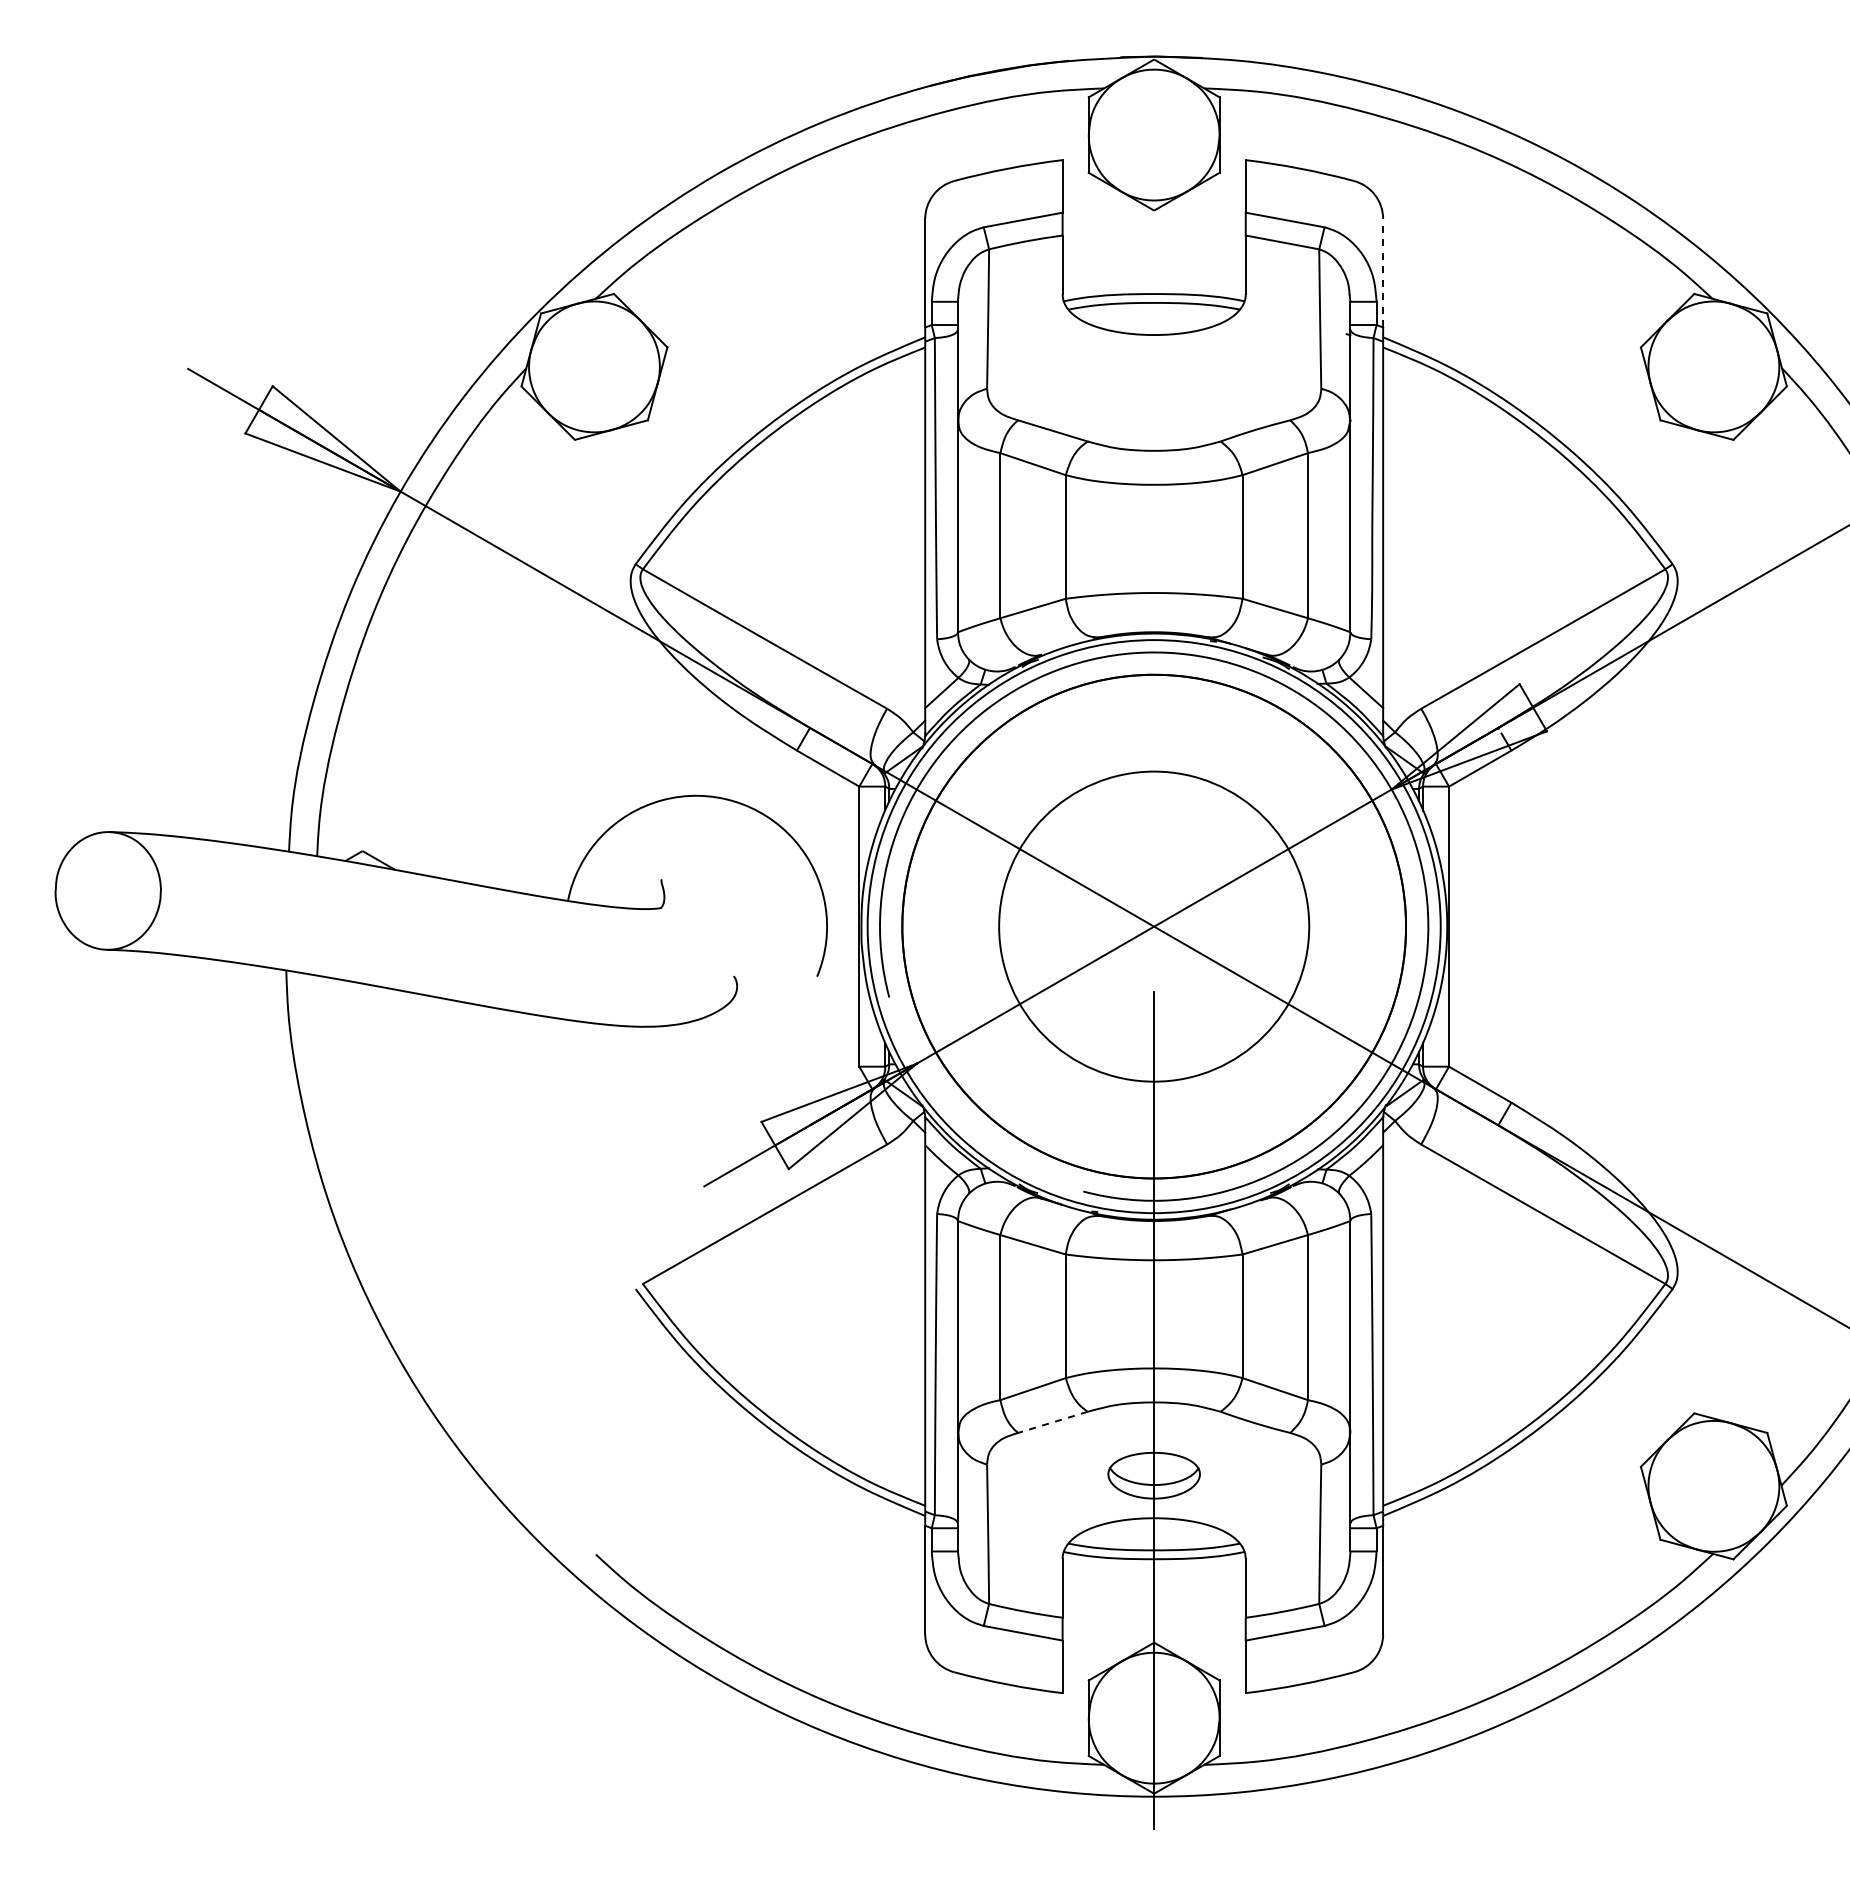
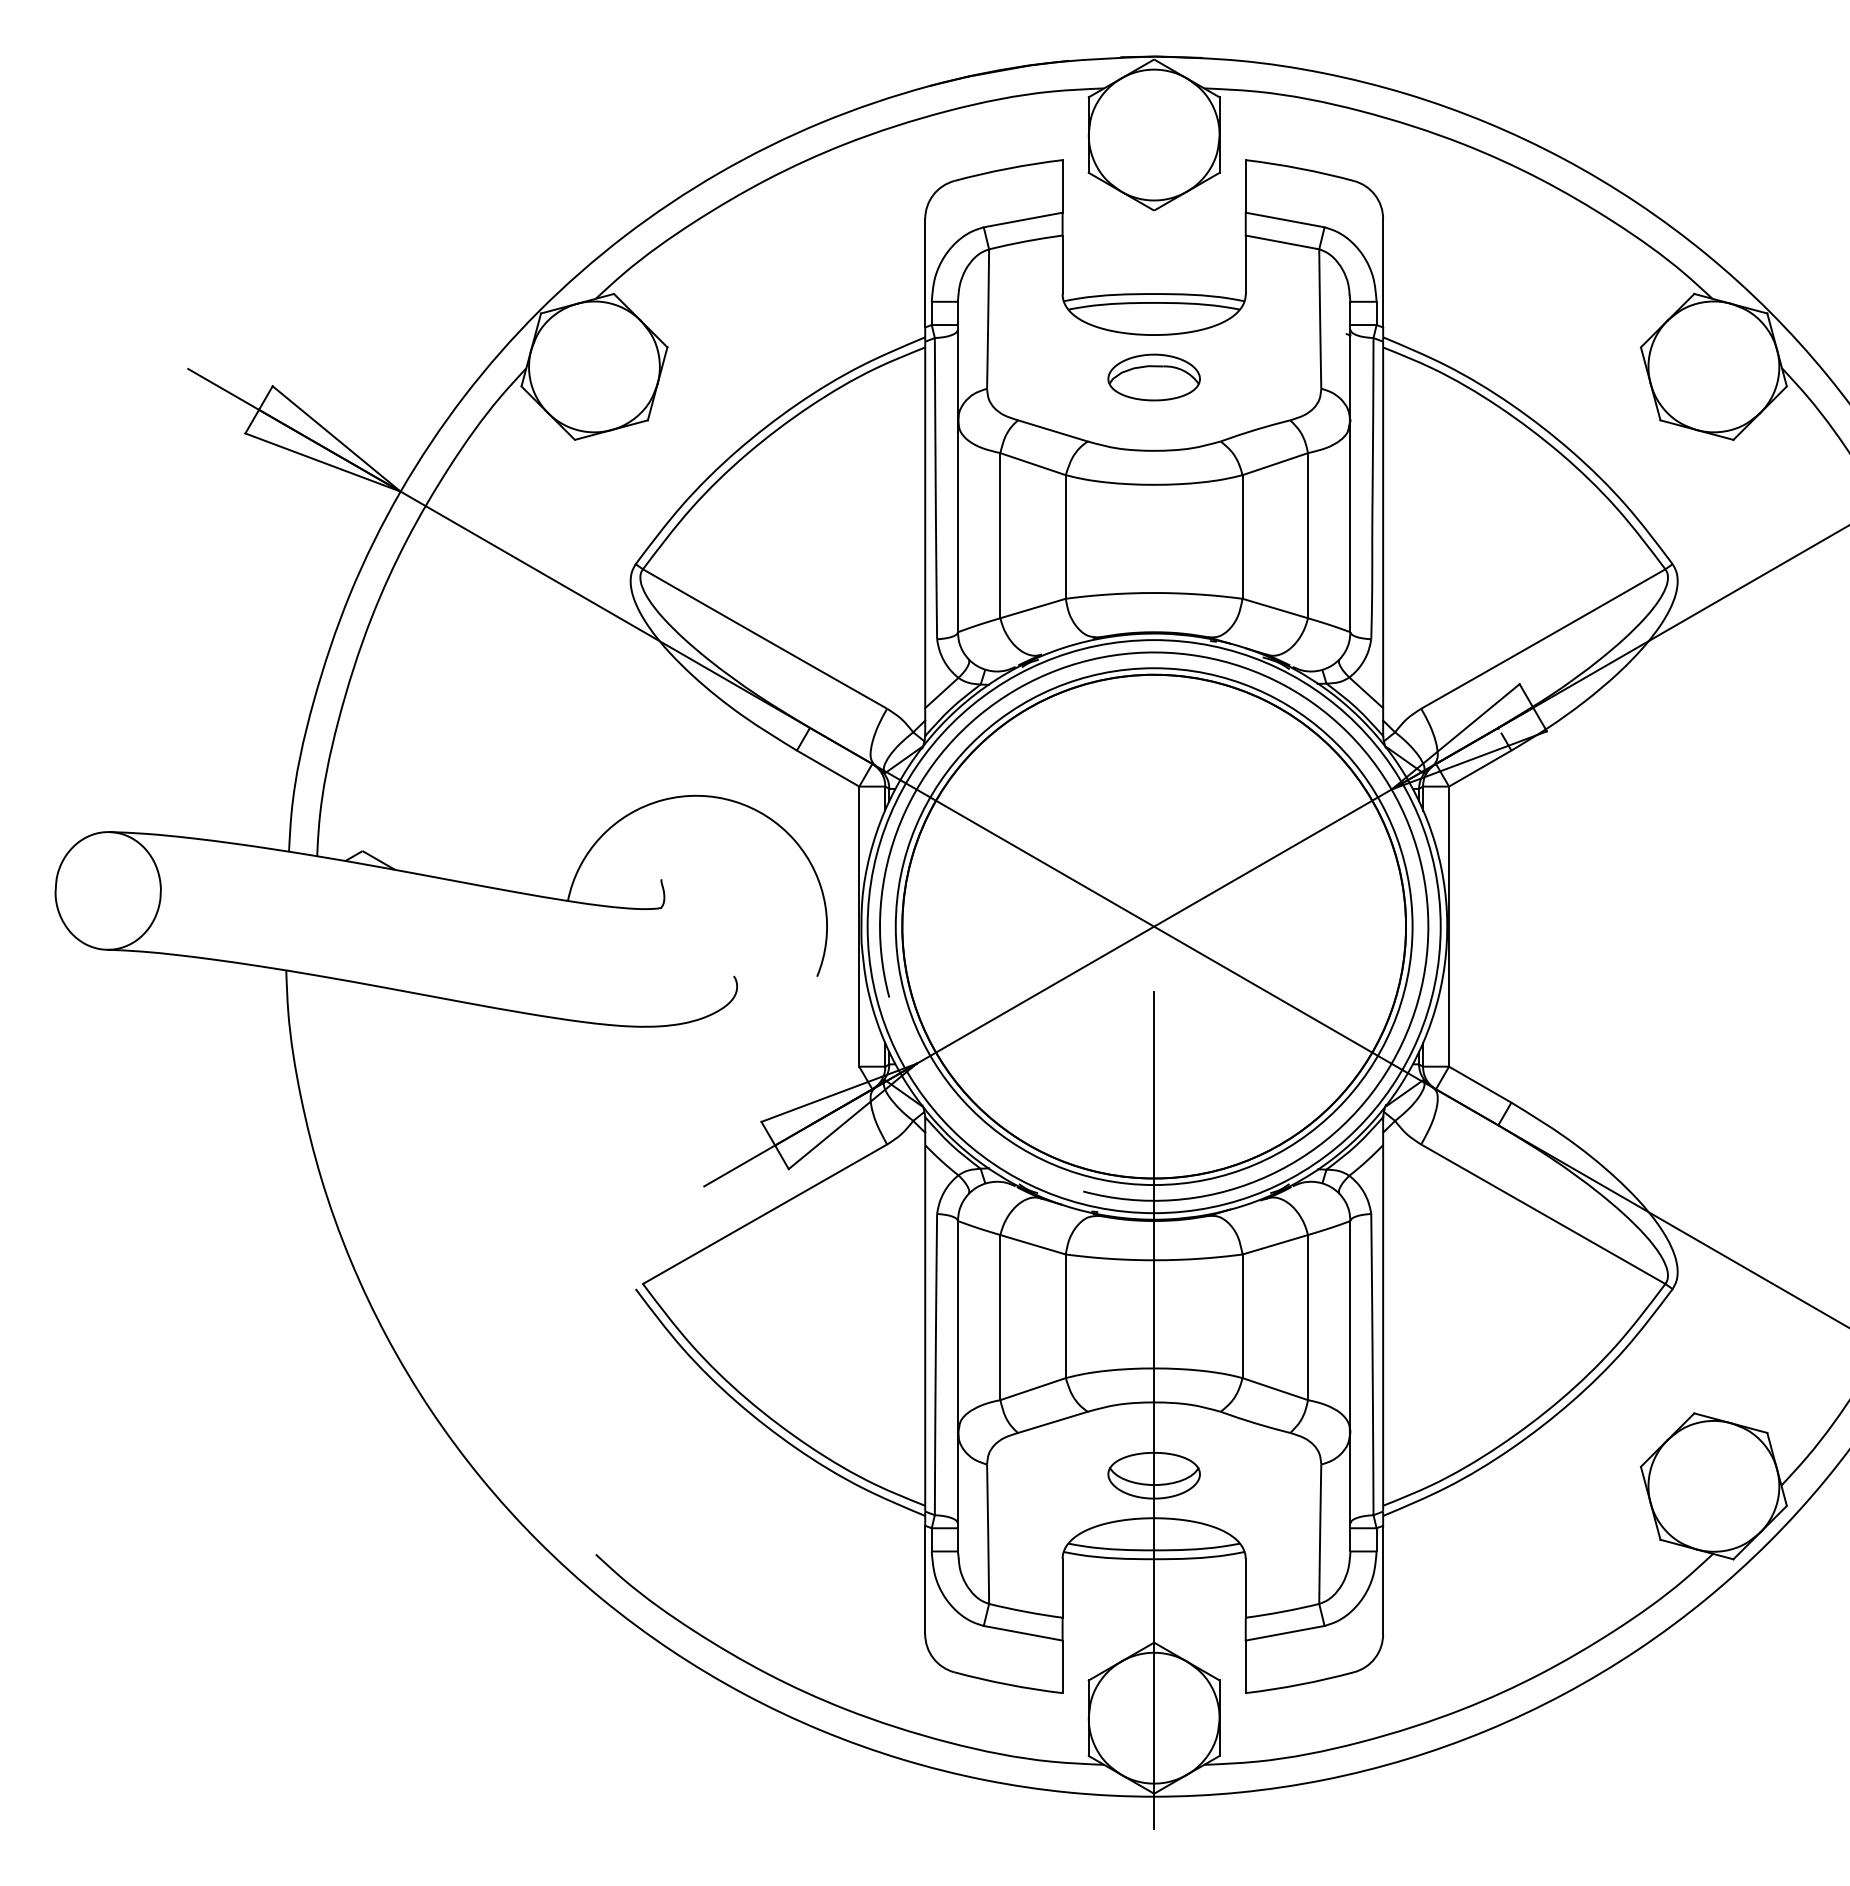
line at (1383, 272): dashed -> solid
part at (1153, 377): none -> present
circle at (1154, 926) diameter: 310 px -> 517 px
line at (1052, 1422): dashed -> solid
